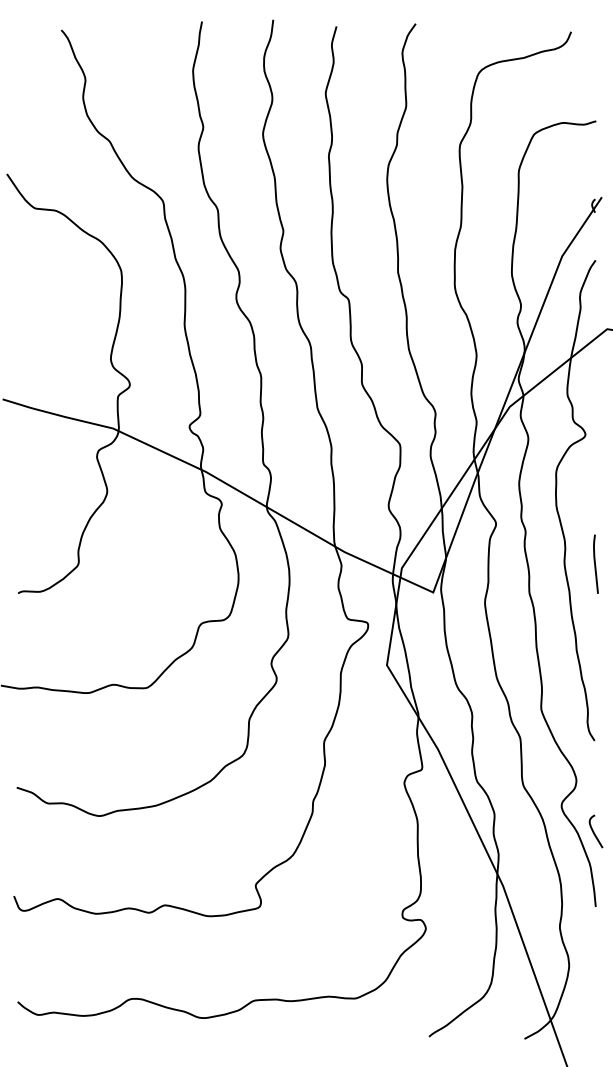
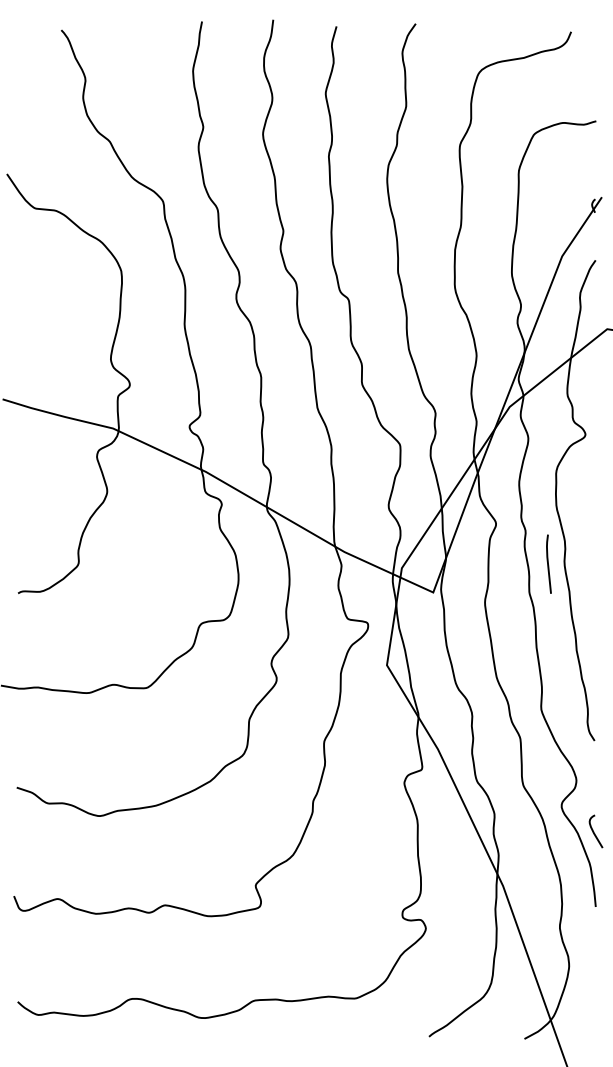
line at (595, 563) position: (595, 563) -> (548, 563)
